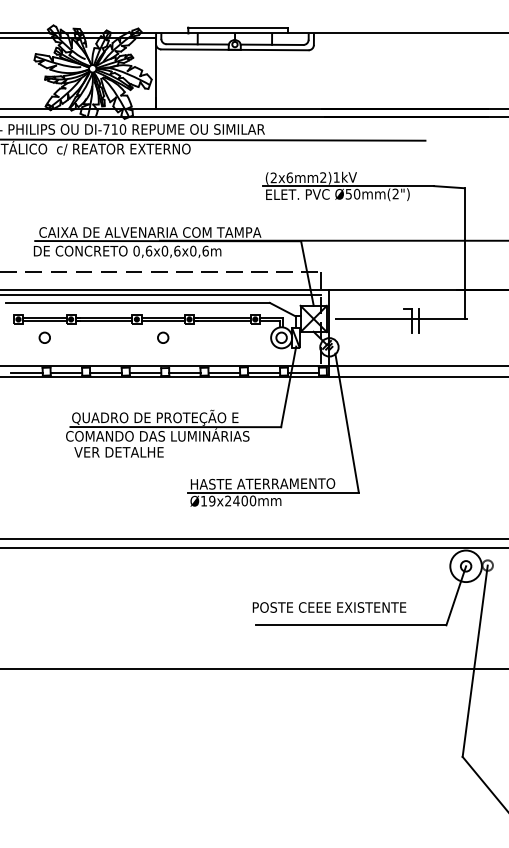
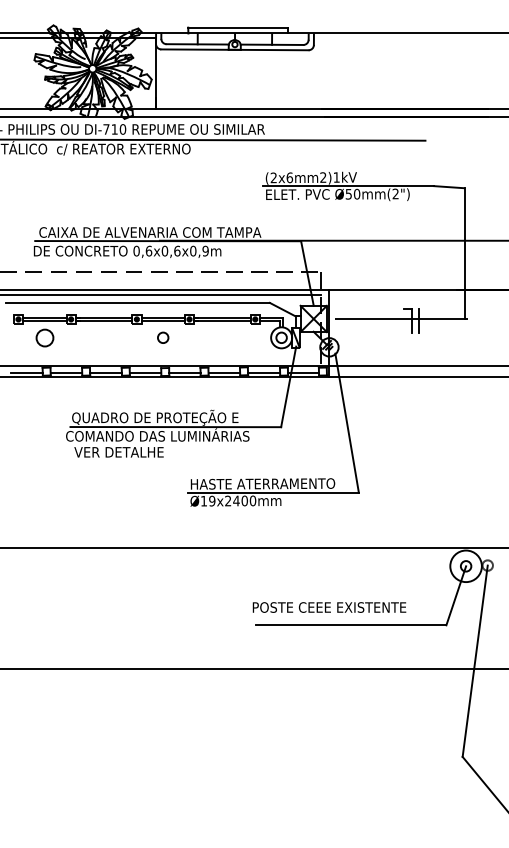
text at (205, 250): 0,6x0,6x0,6m -> 0,6x0,6x0,9m
circle at (44, 337) size: 13x13 px -> 20x20 px
line at (253, 539): present -> none
